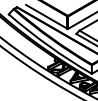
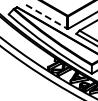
line at (46, 16): solid -> dashed
